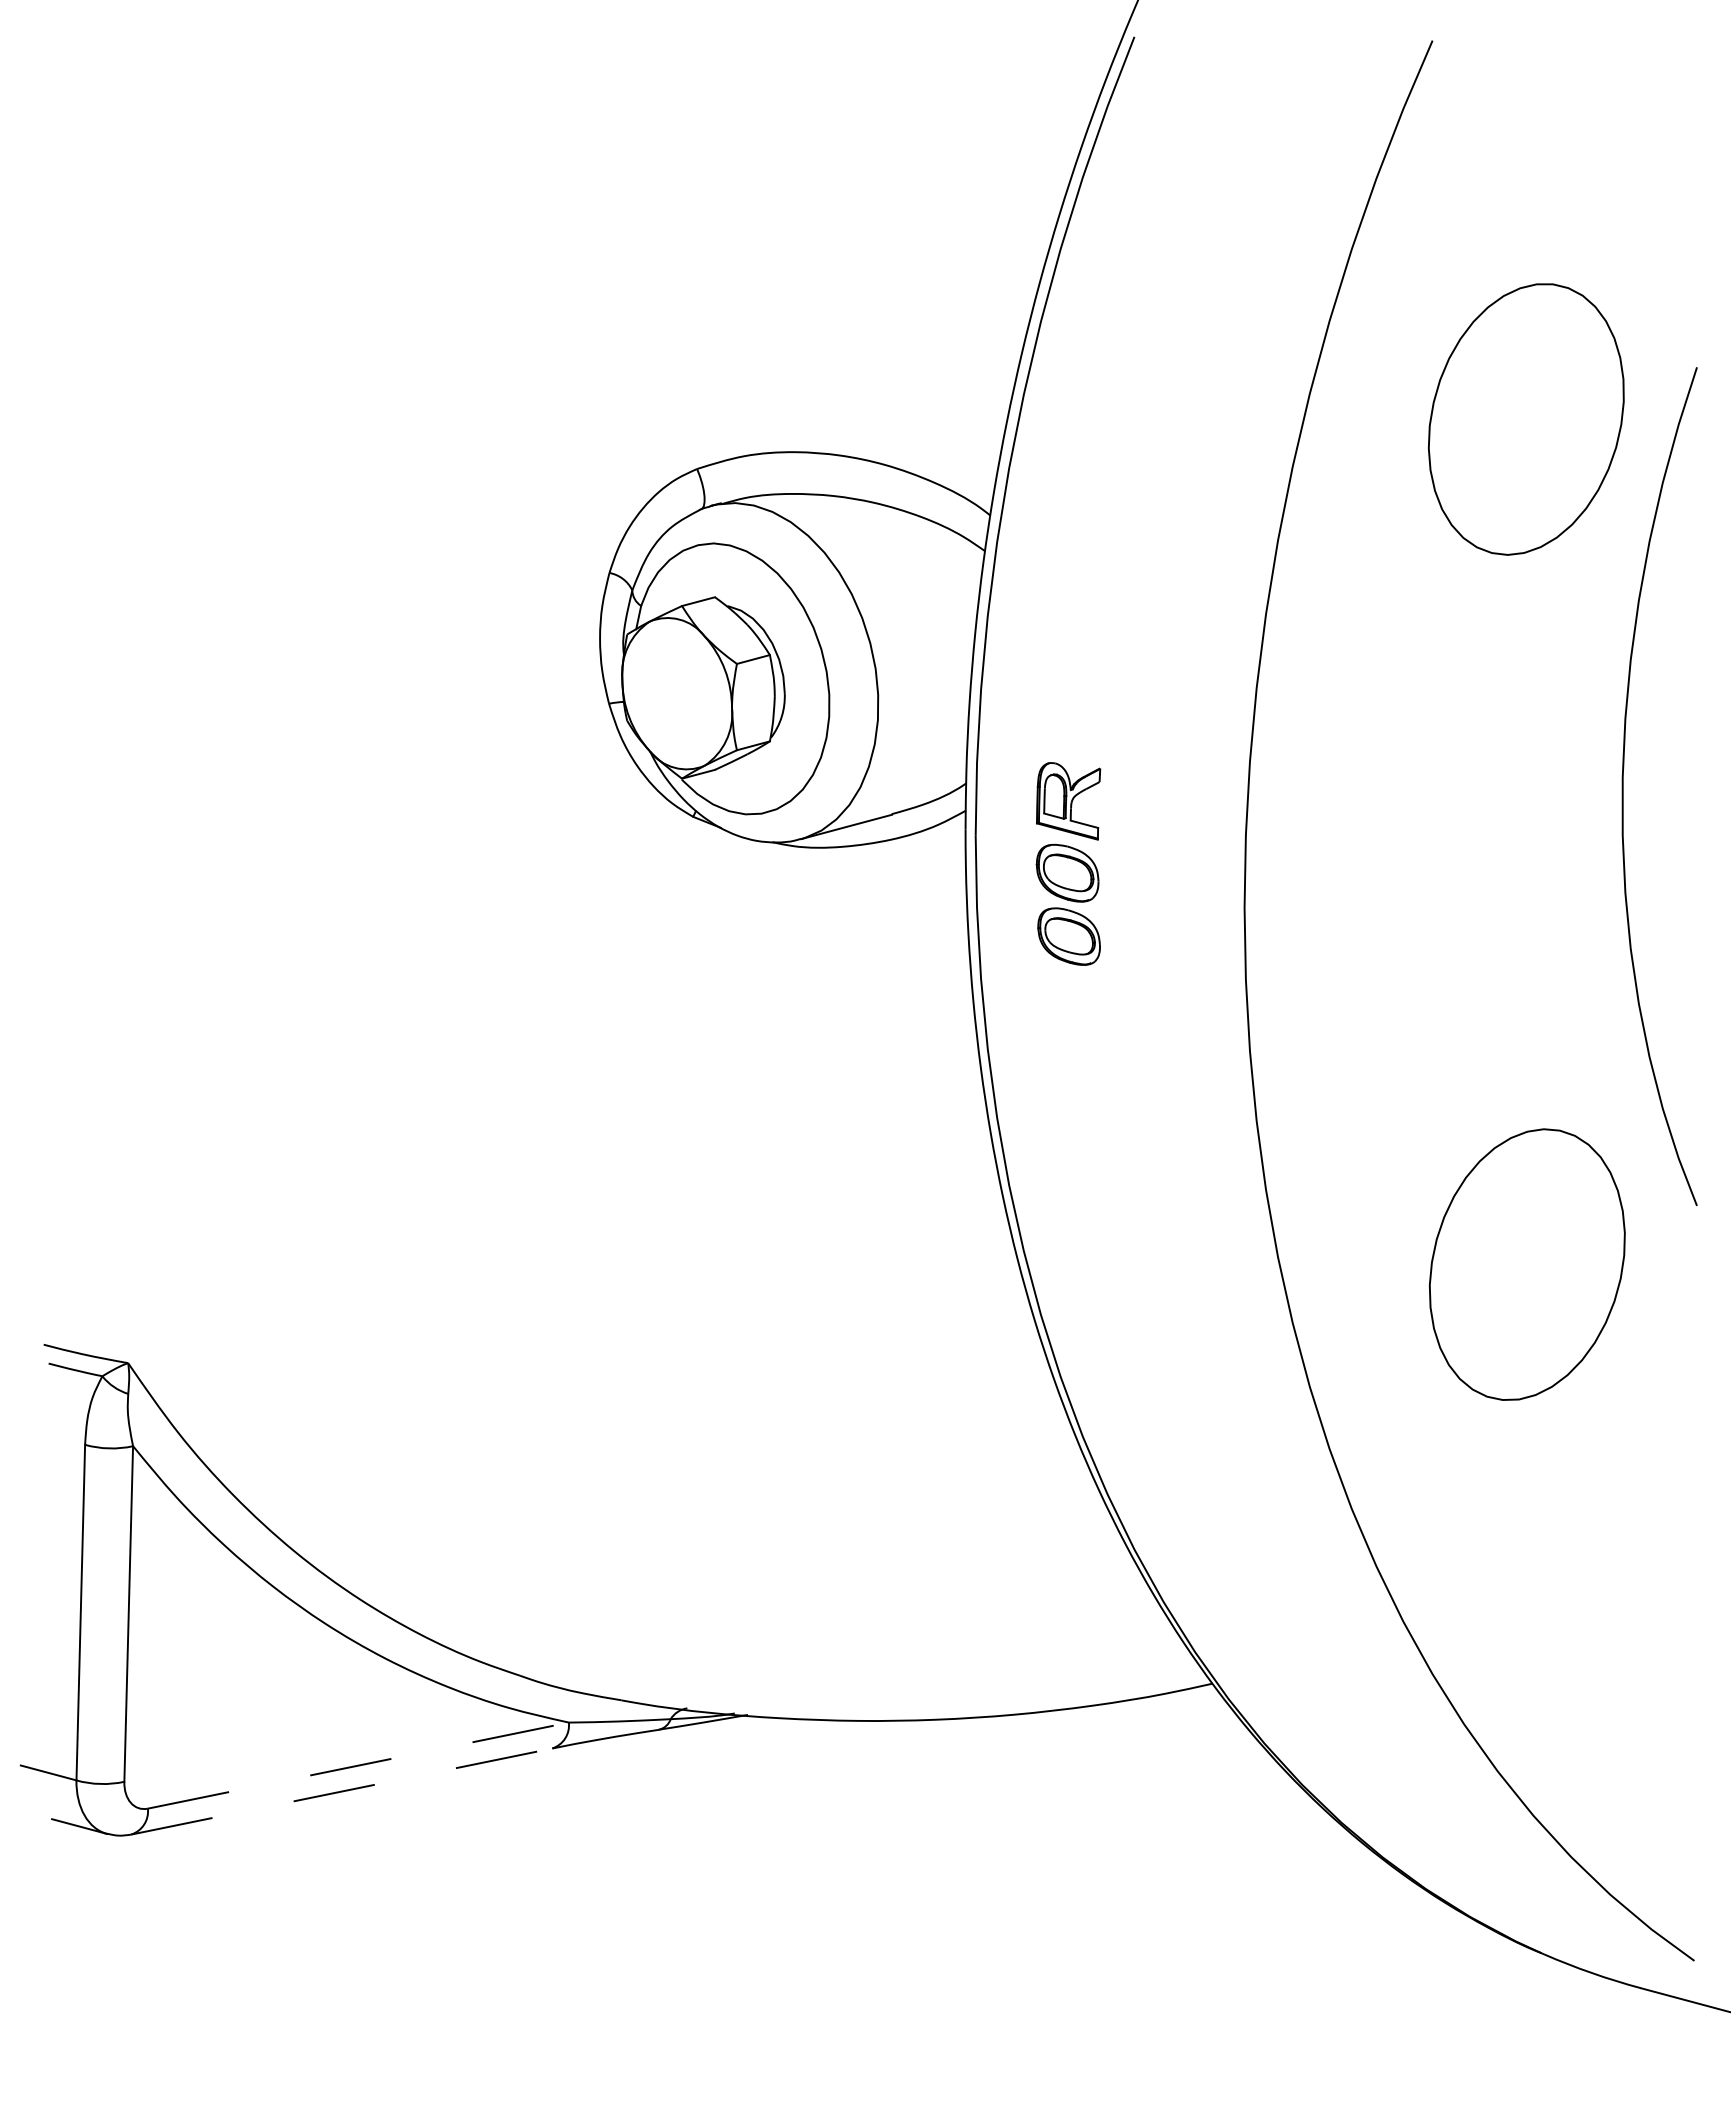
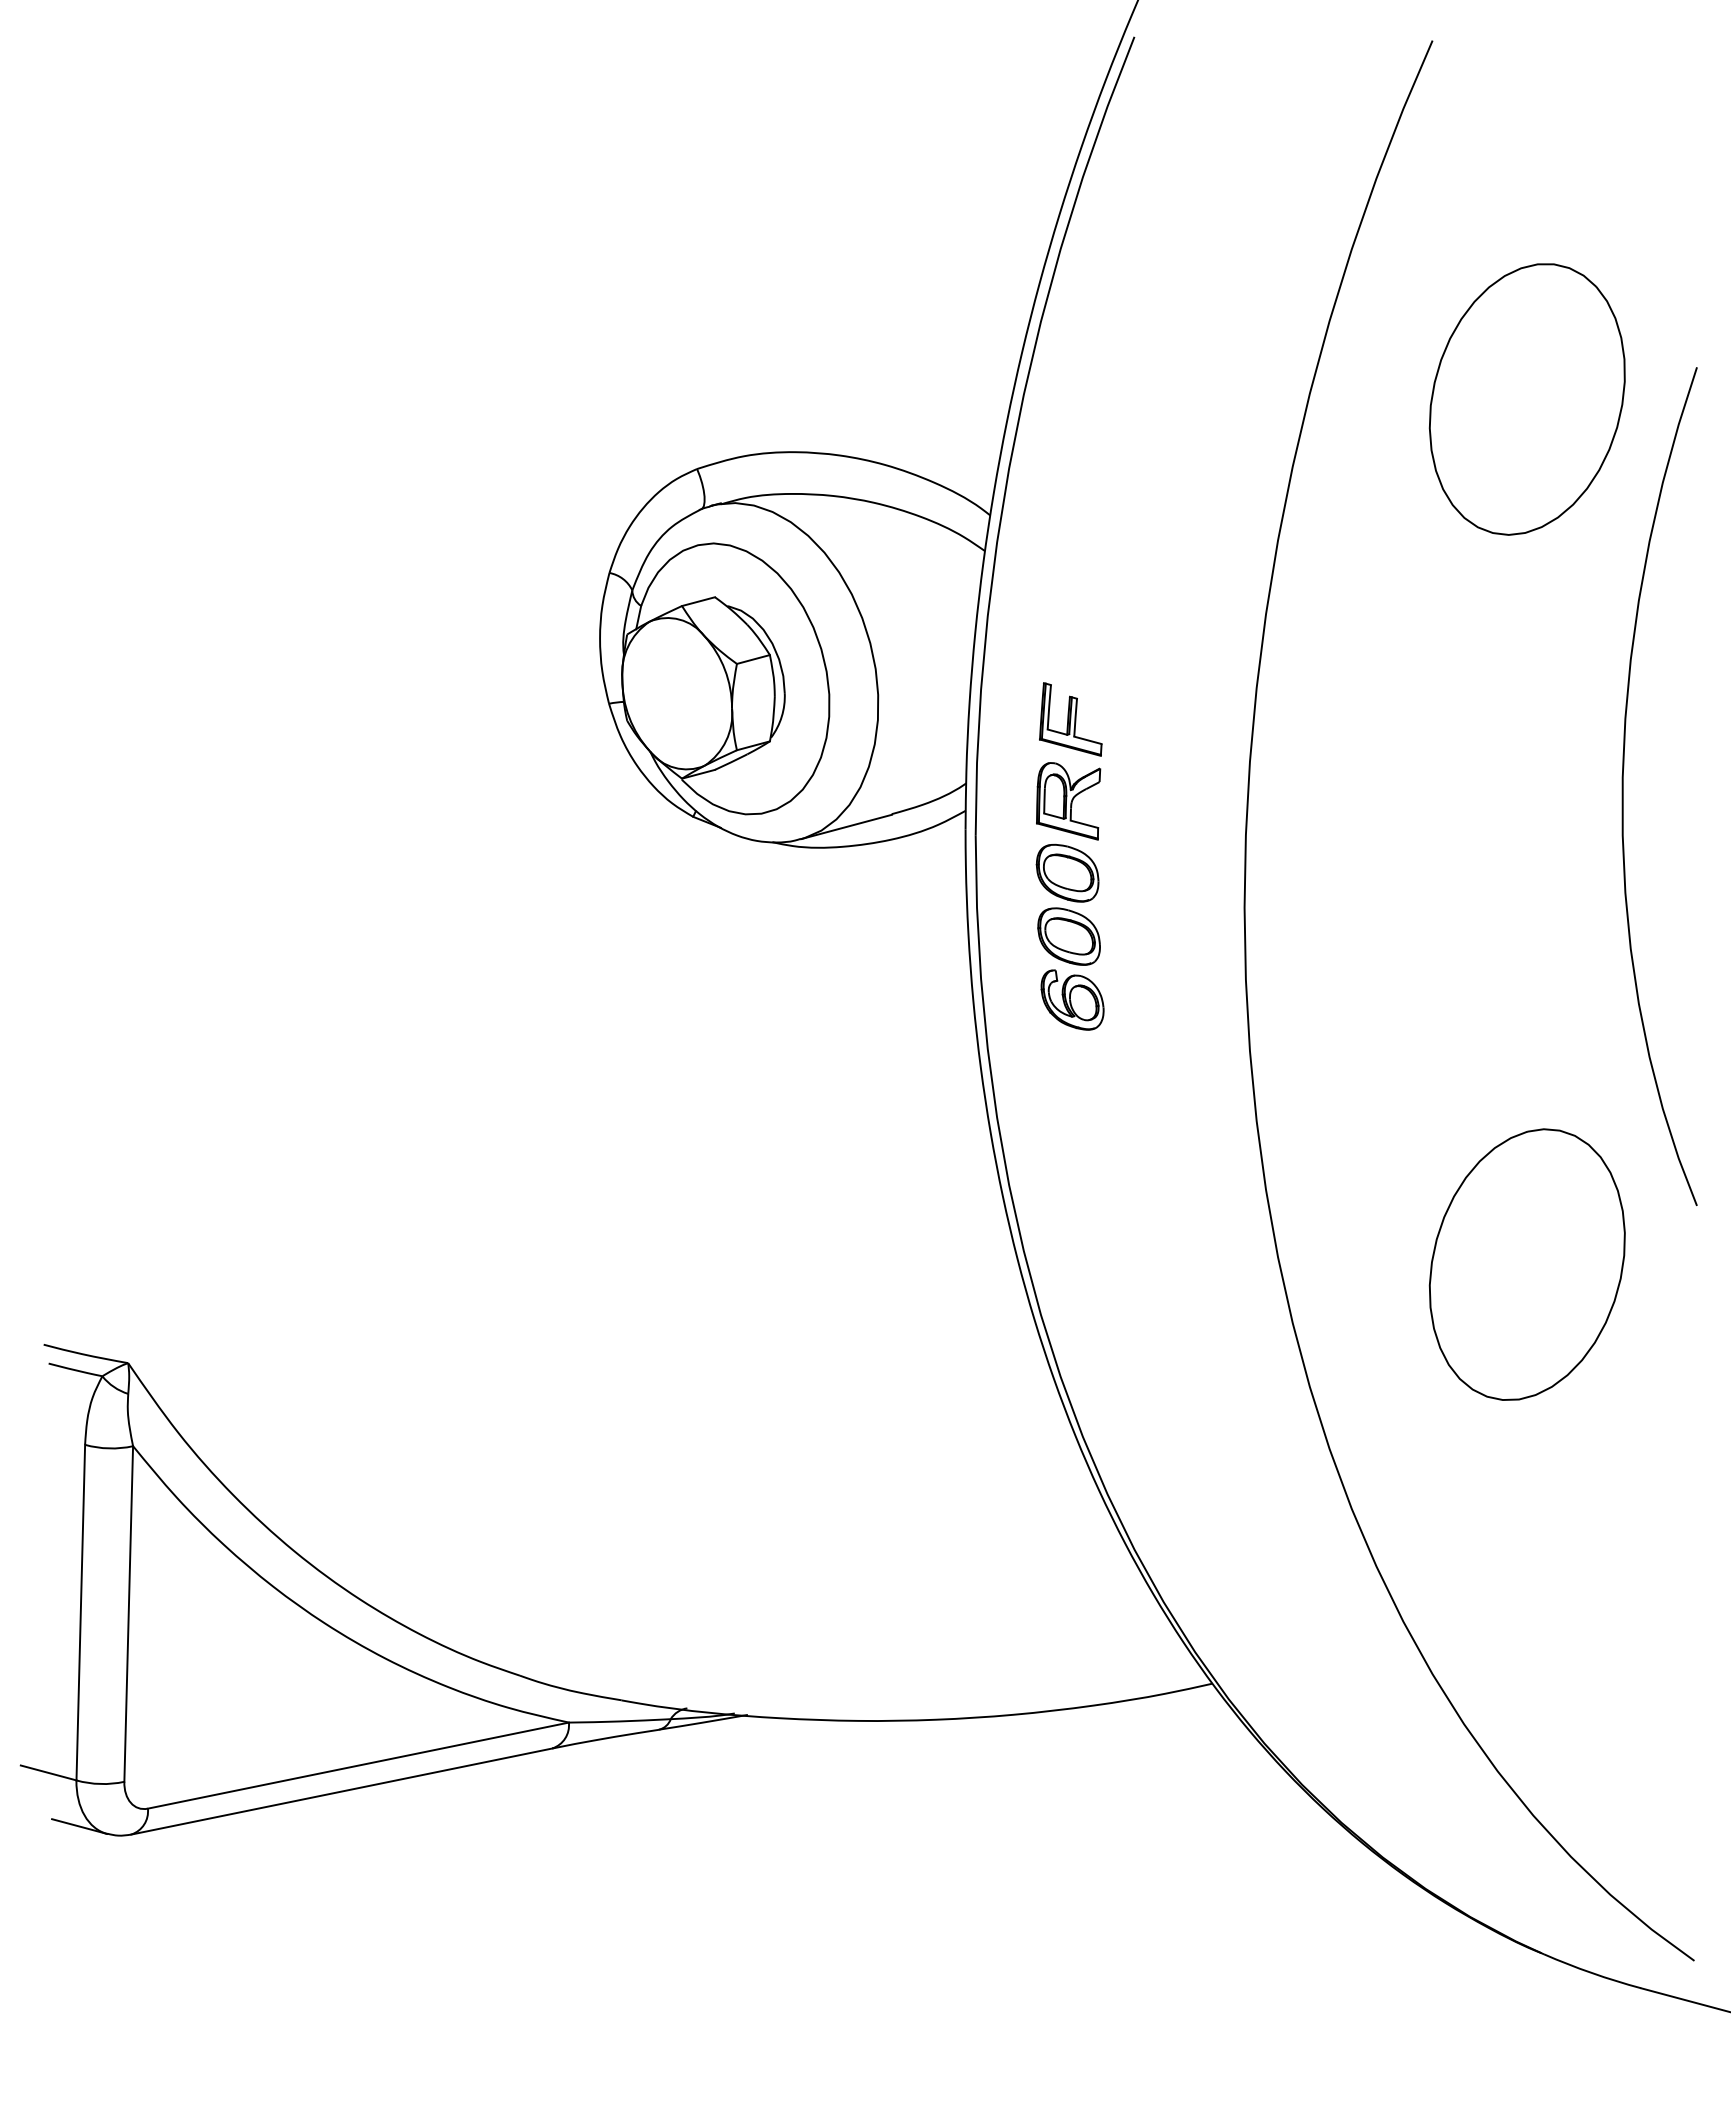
part at (1525, 419) position: (1525, 419) -> (1526, 399)
part at (1070, 719): none -> present
part at (1072, 999): none -> present
line at (358, 1765): dashed -> solid
line at (341, 1791): dashed -> solid
